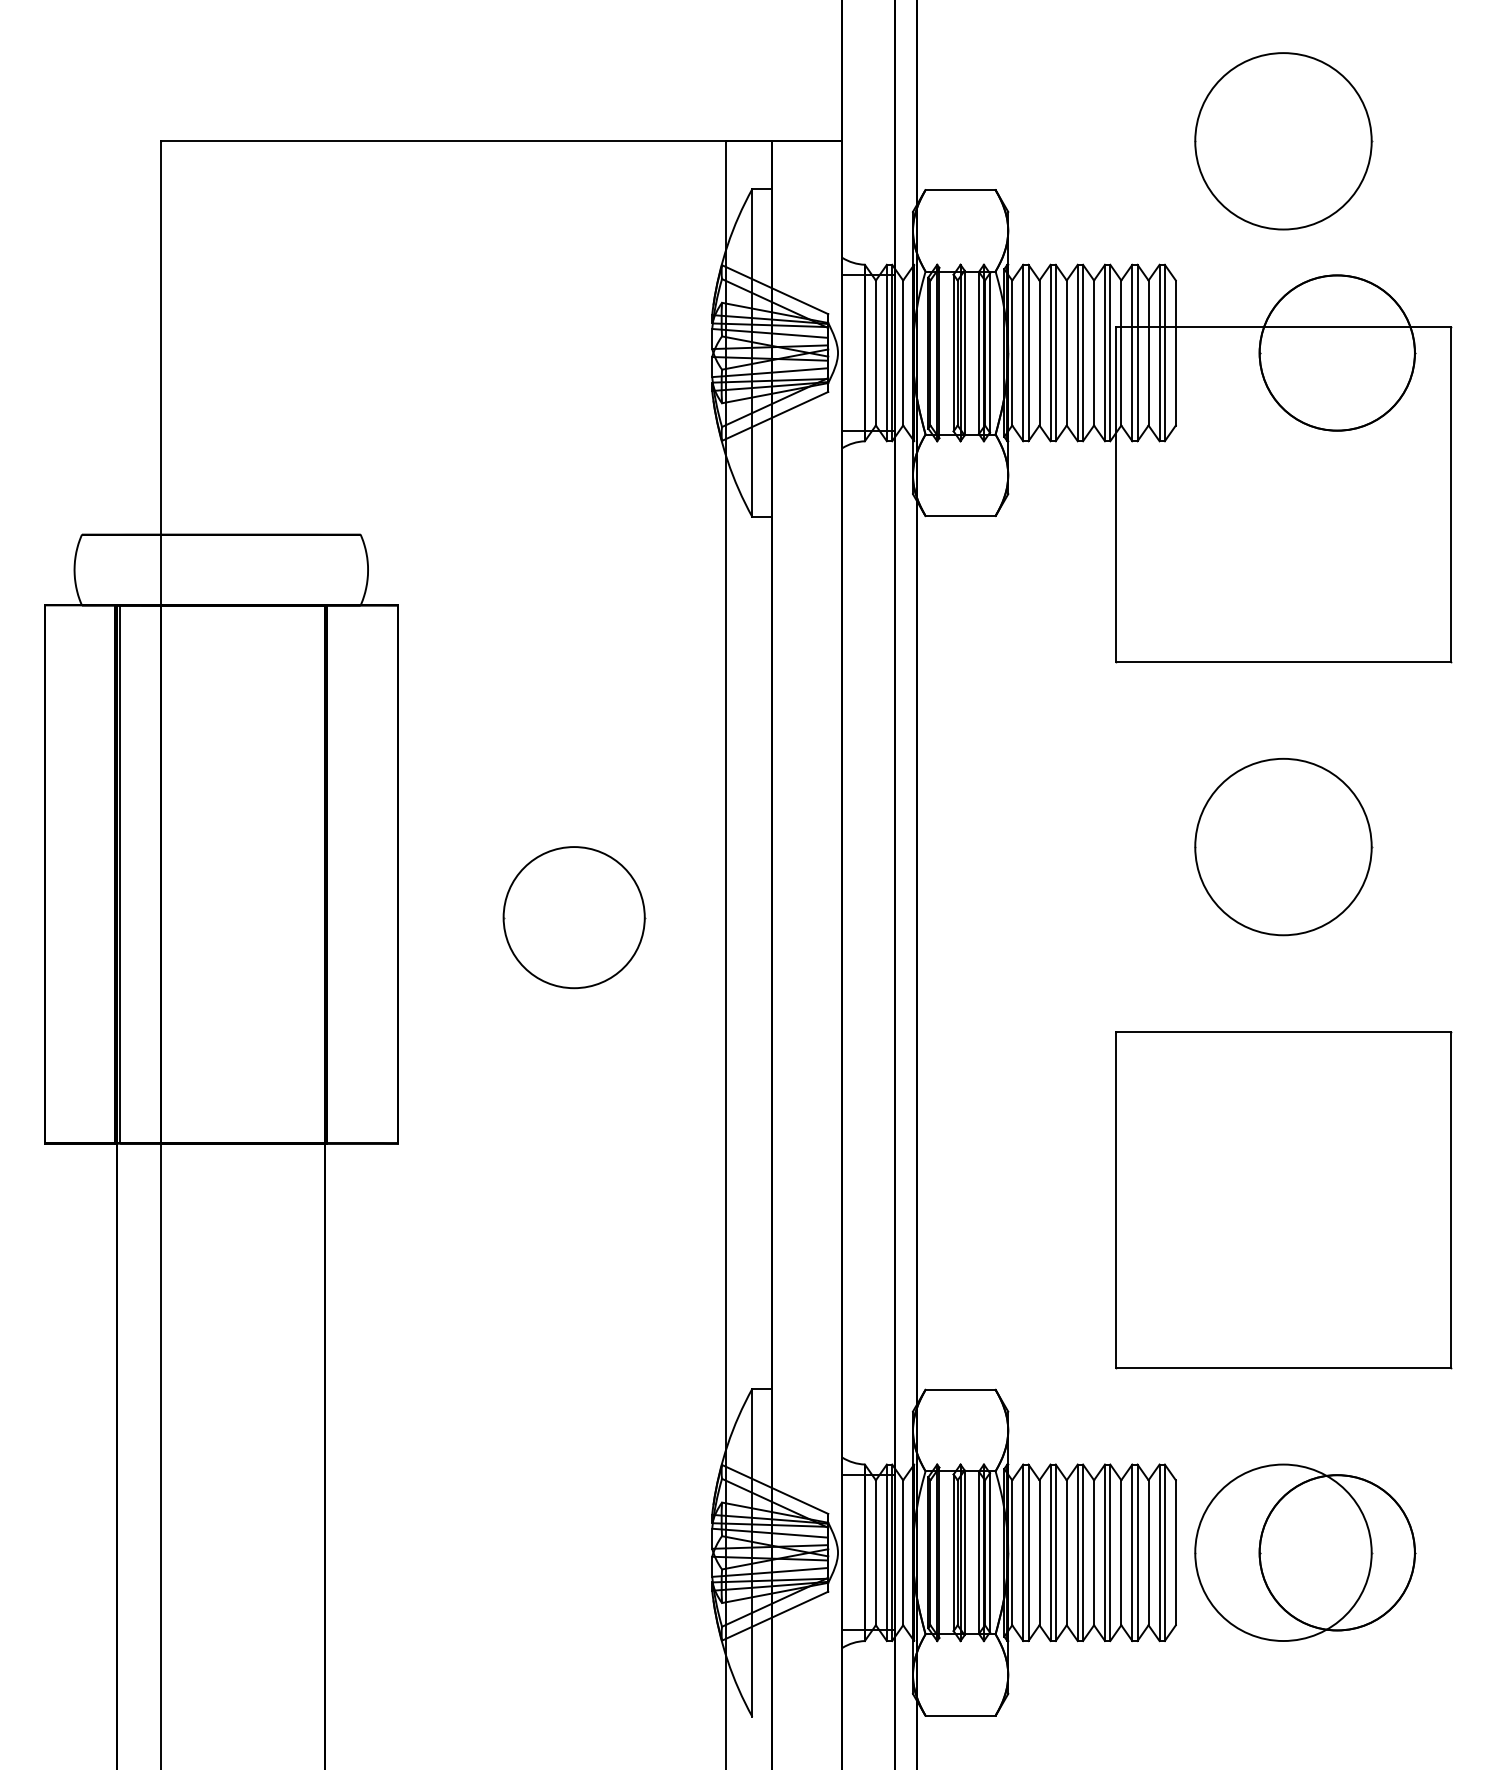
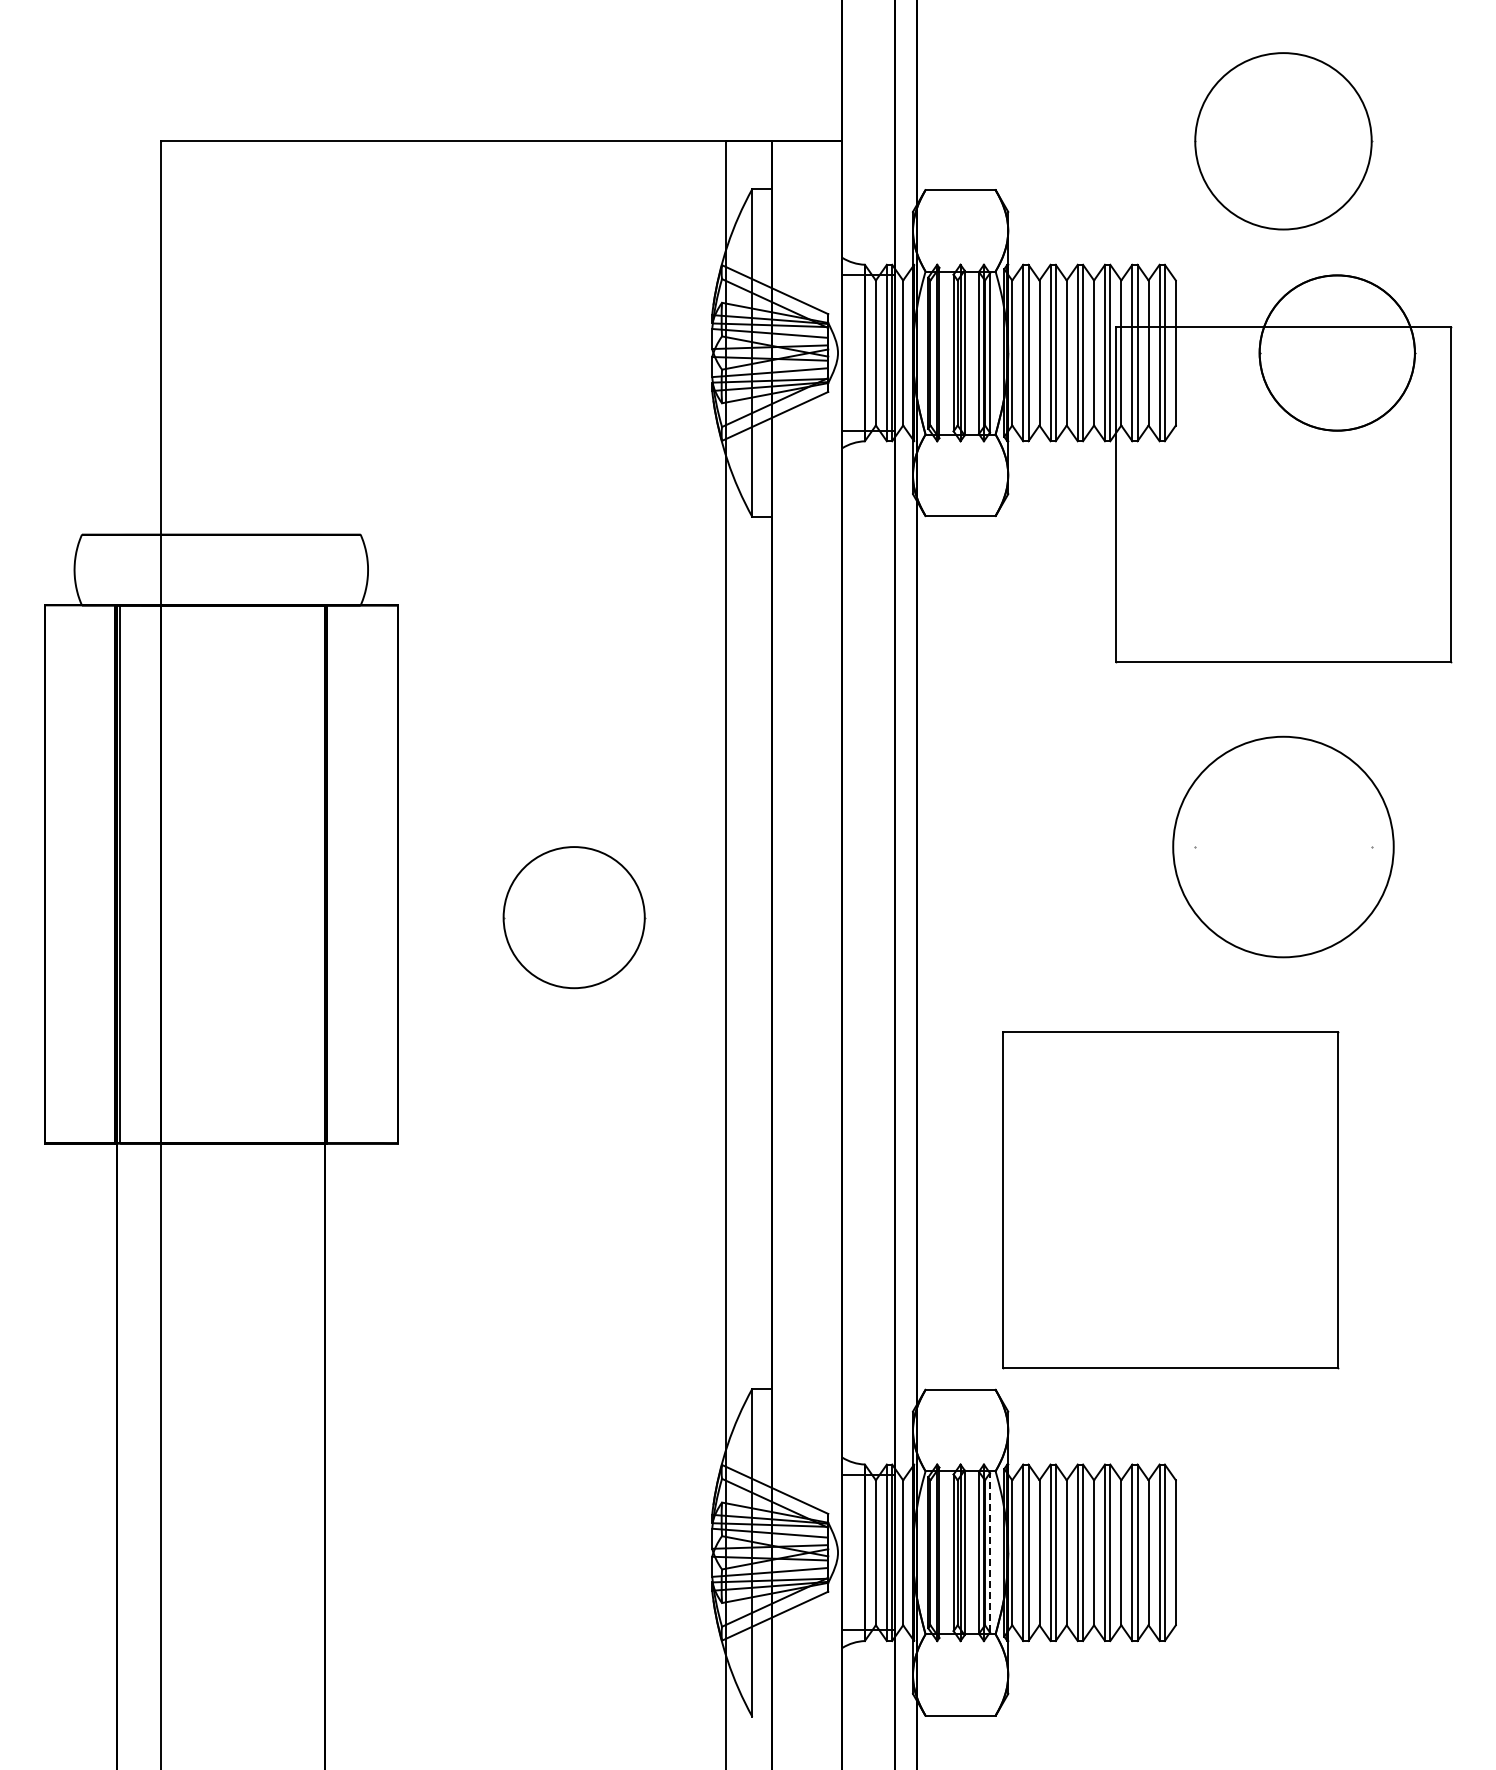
circle at (1283, 846) diameter: 176 px -> 221 px
part at (1283, 1200) position: (1283, 1200) -> (1170, 1200)
line at (989, 1552): solid -> dashed
part at (1305, 1552): present -> none
